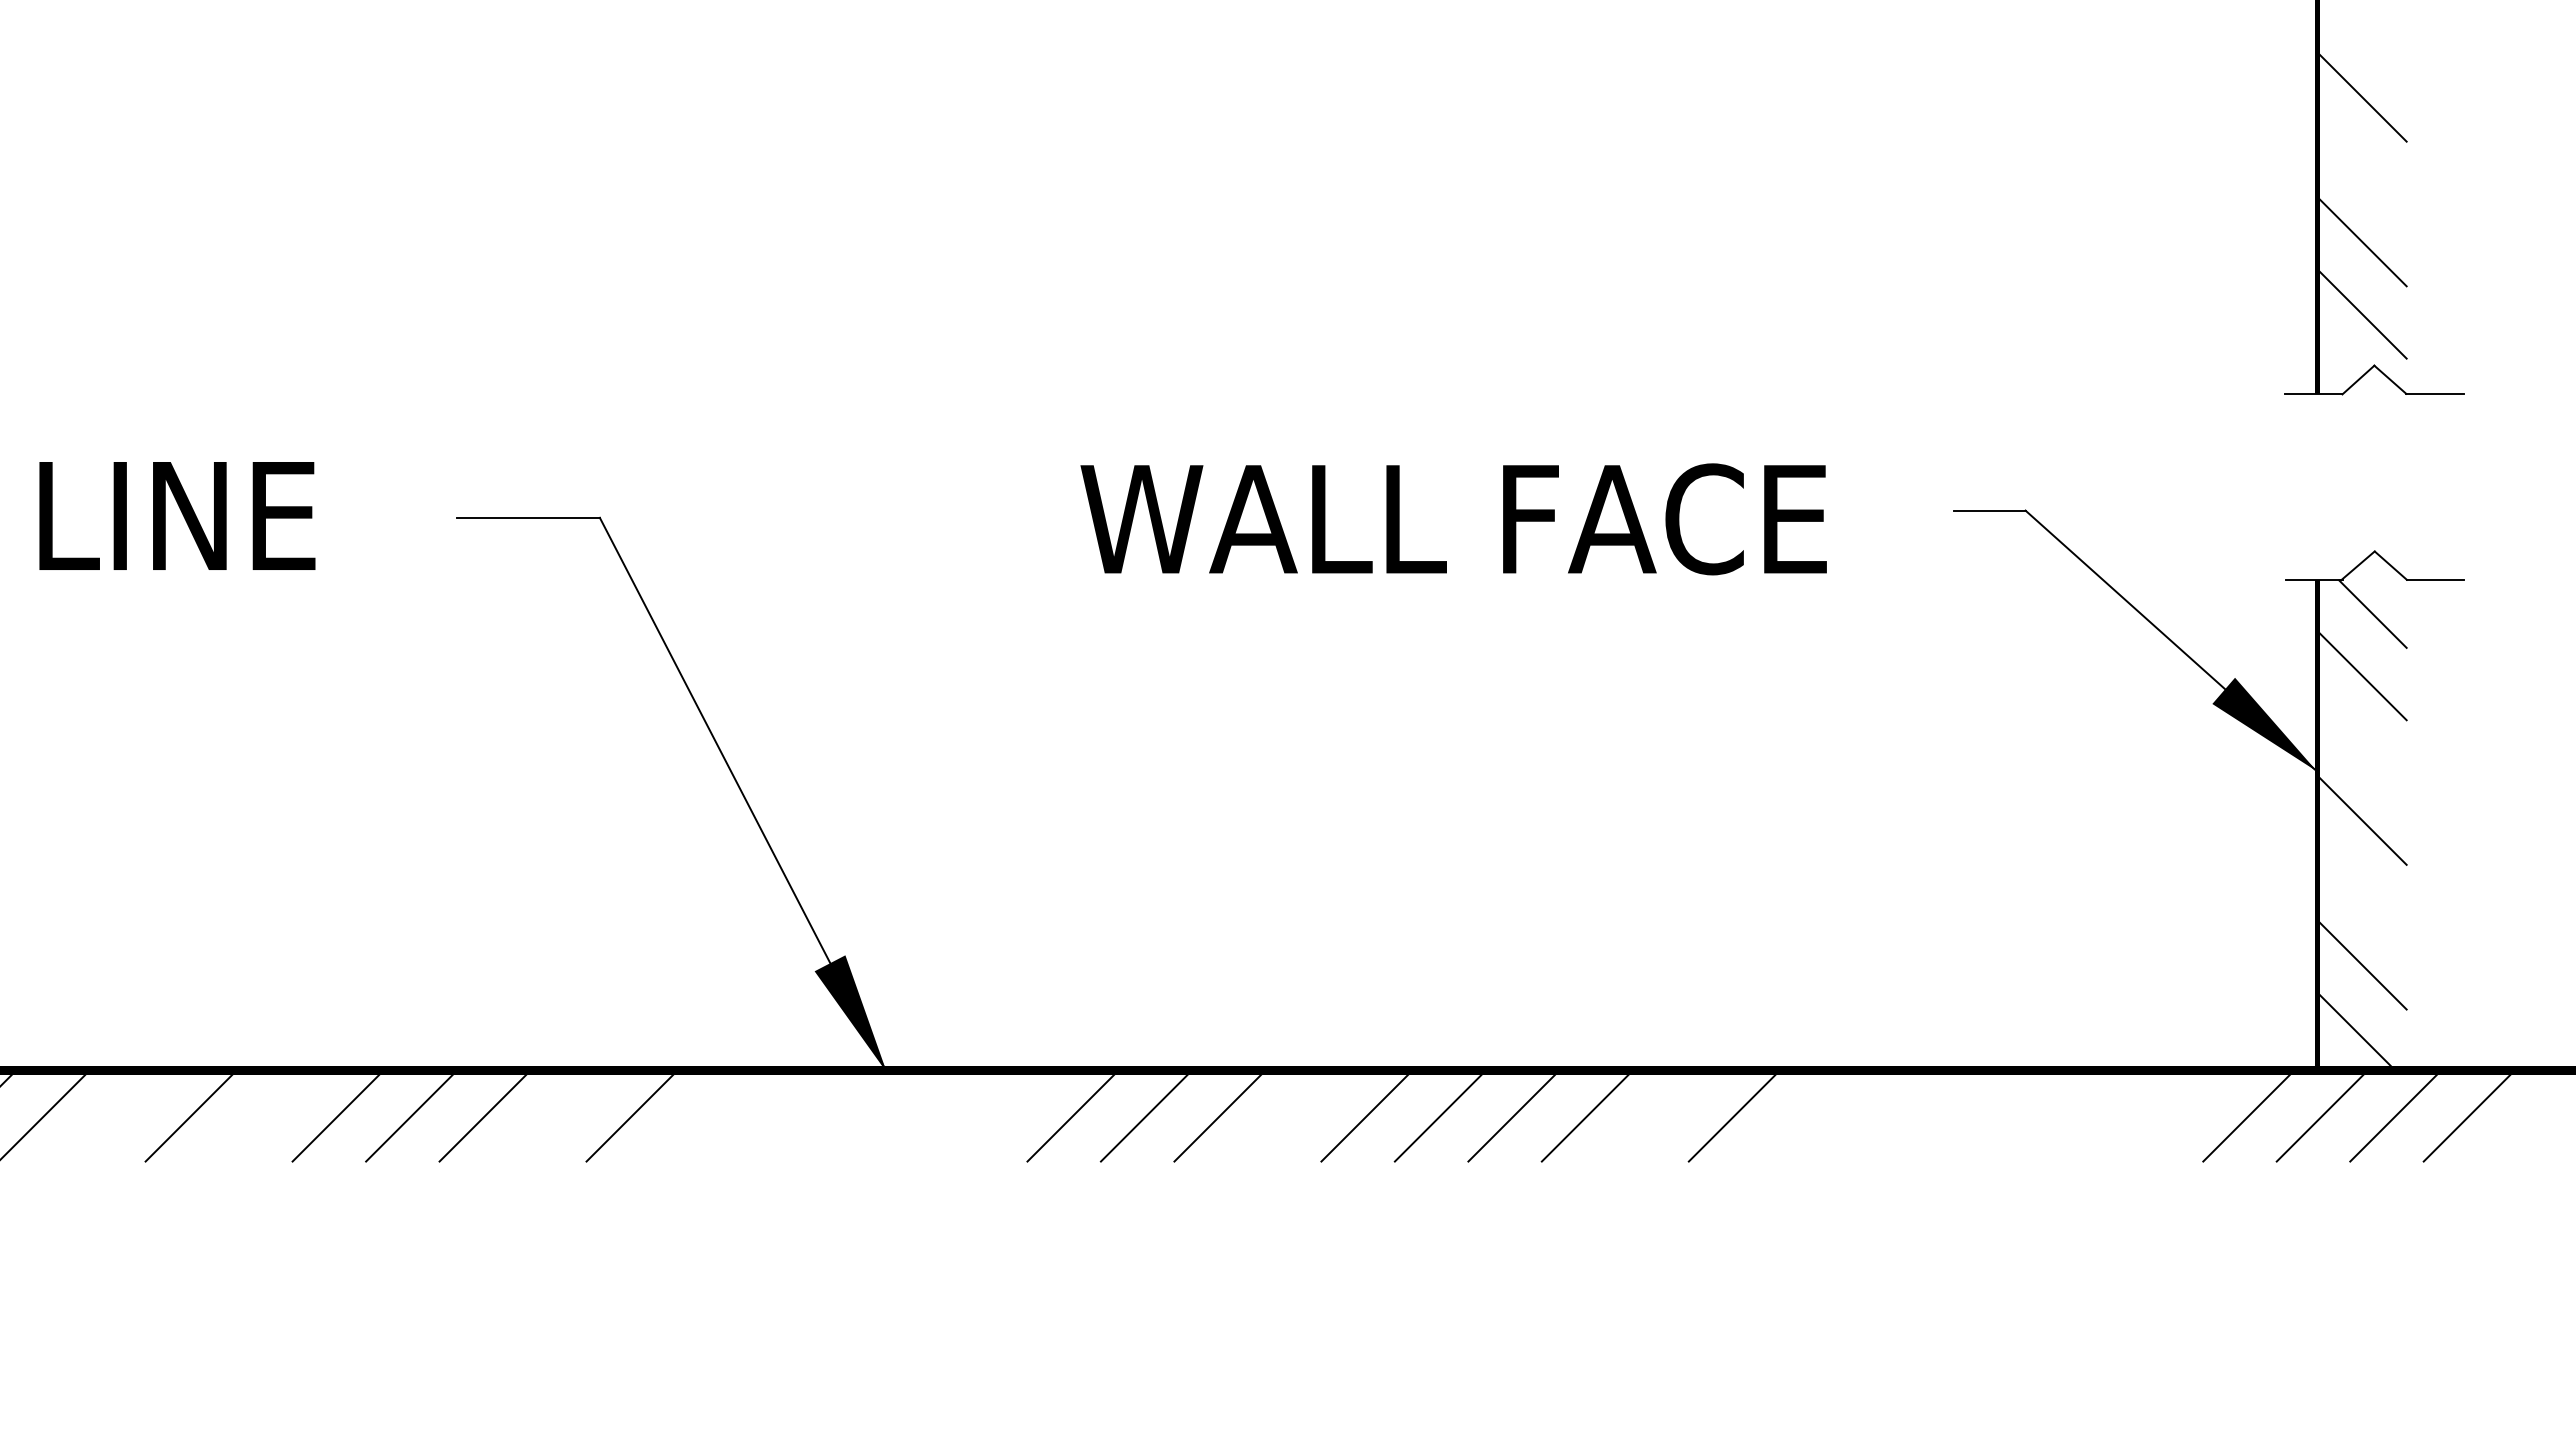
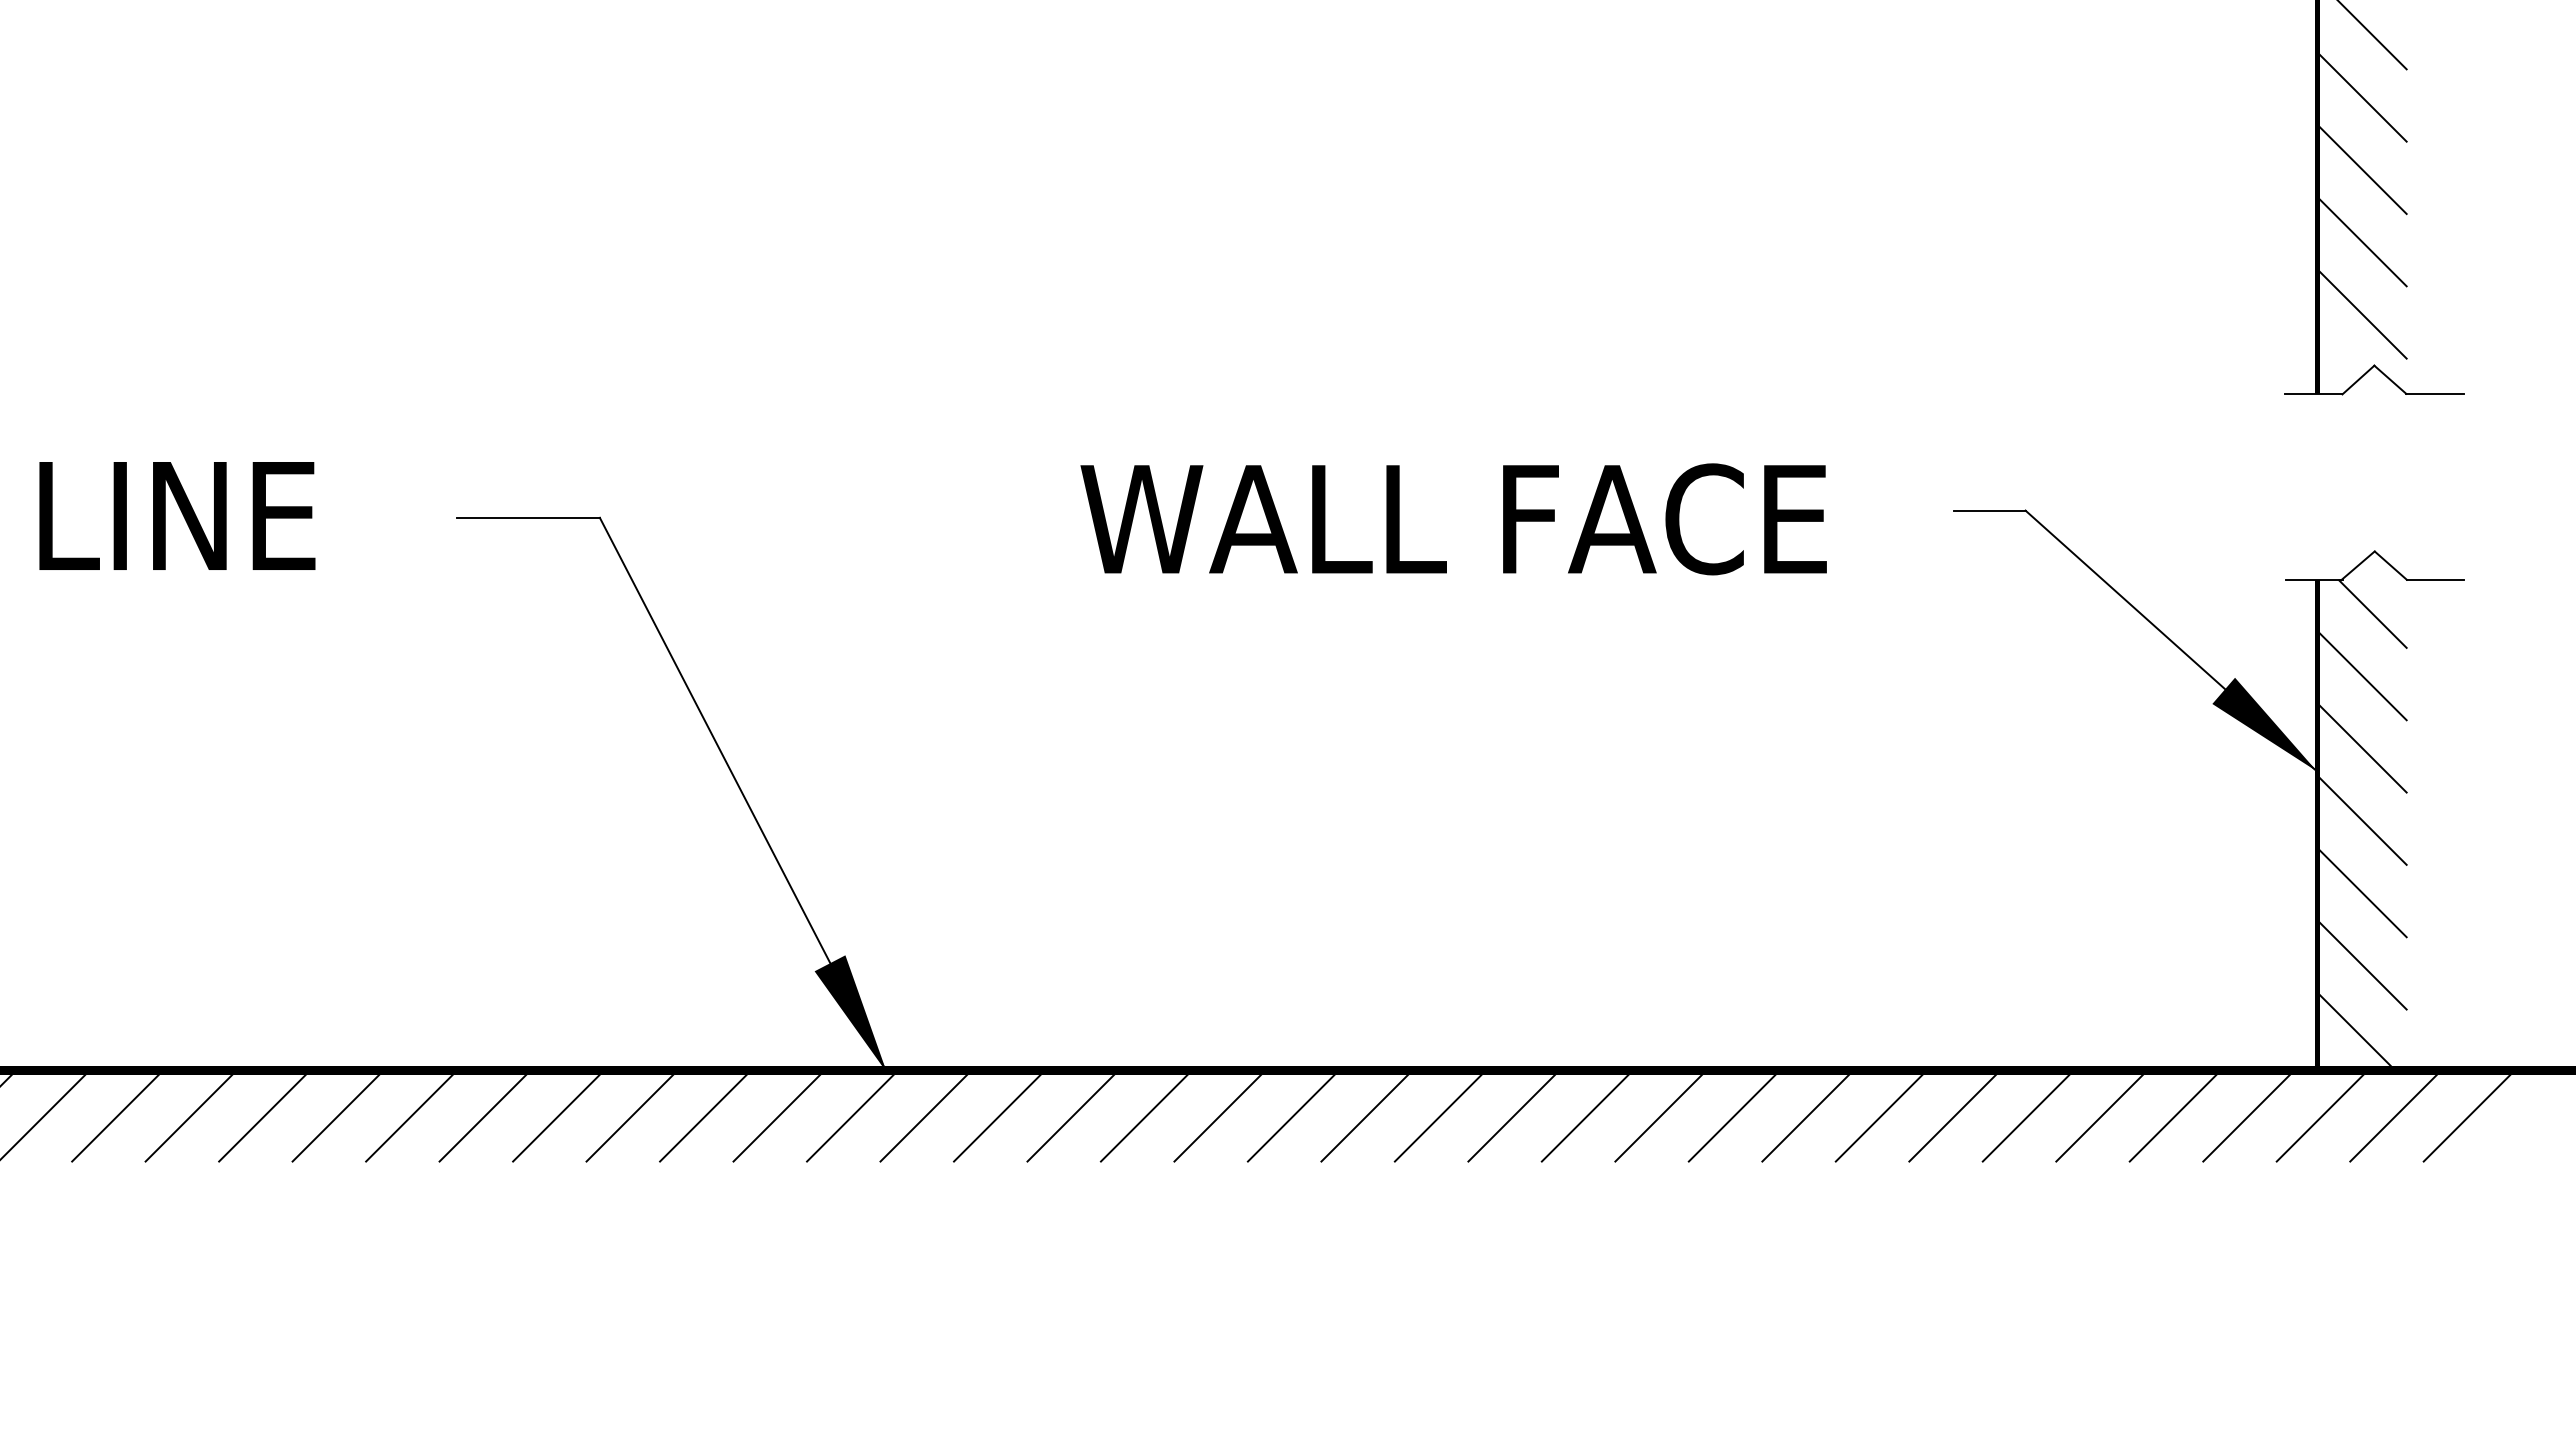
line at (2372, 35): none -> present
line at (2361, 168): none -> present
line at (2361, 747): none -> present
line at (2361, 892): none -> present
line at (117, 1115): none -> present
line at (264, 1115): none -> present
line at (558, 1115): none -> present
line at (705, 1115): none -> present
line at (778, 1115): none -> present
line at (852, 1115): none -> present
line at (925, 1115): none -> present
line at (999, 1115): none -> present
line at (1292, 1115): none -> present
line at (1660, 1115): none -> present
line at (1807, 1115): none -> present
line at (1880, 1115): none -> present
line at (1954, 1115): none -> present
line at (2027, 1115): none -> present
line at (2101, 1115): none -> present
line at (2174, 1115): none -> present
